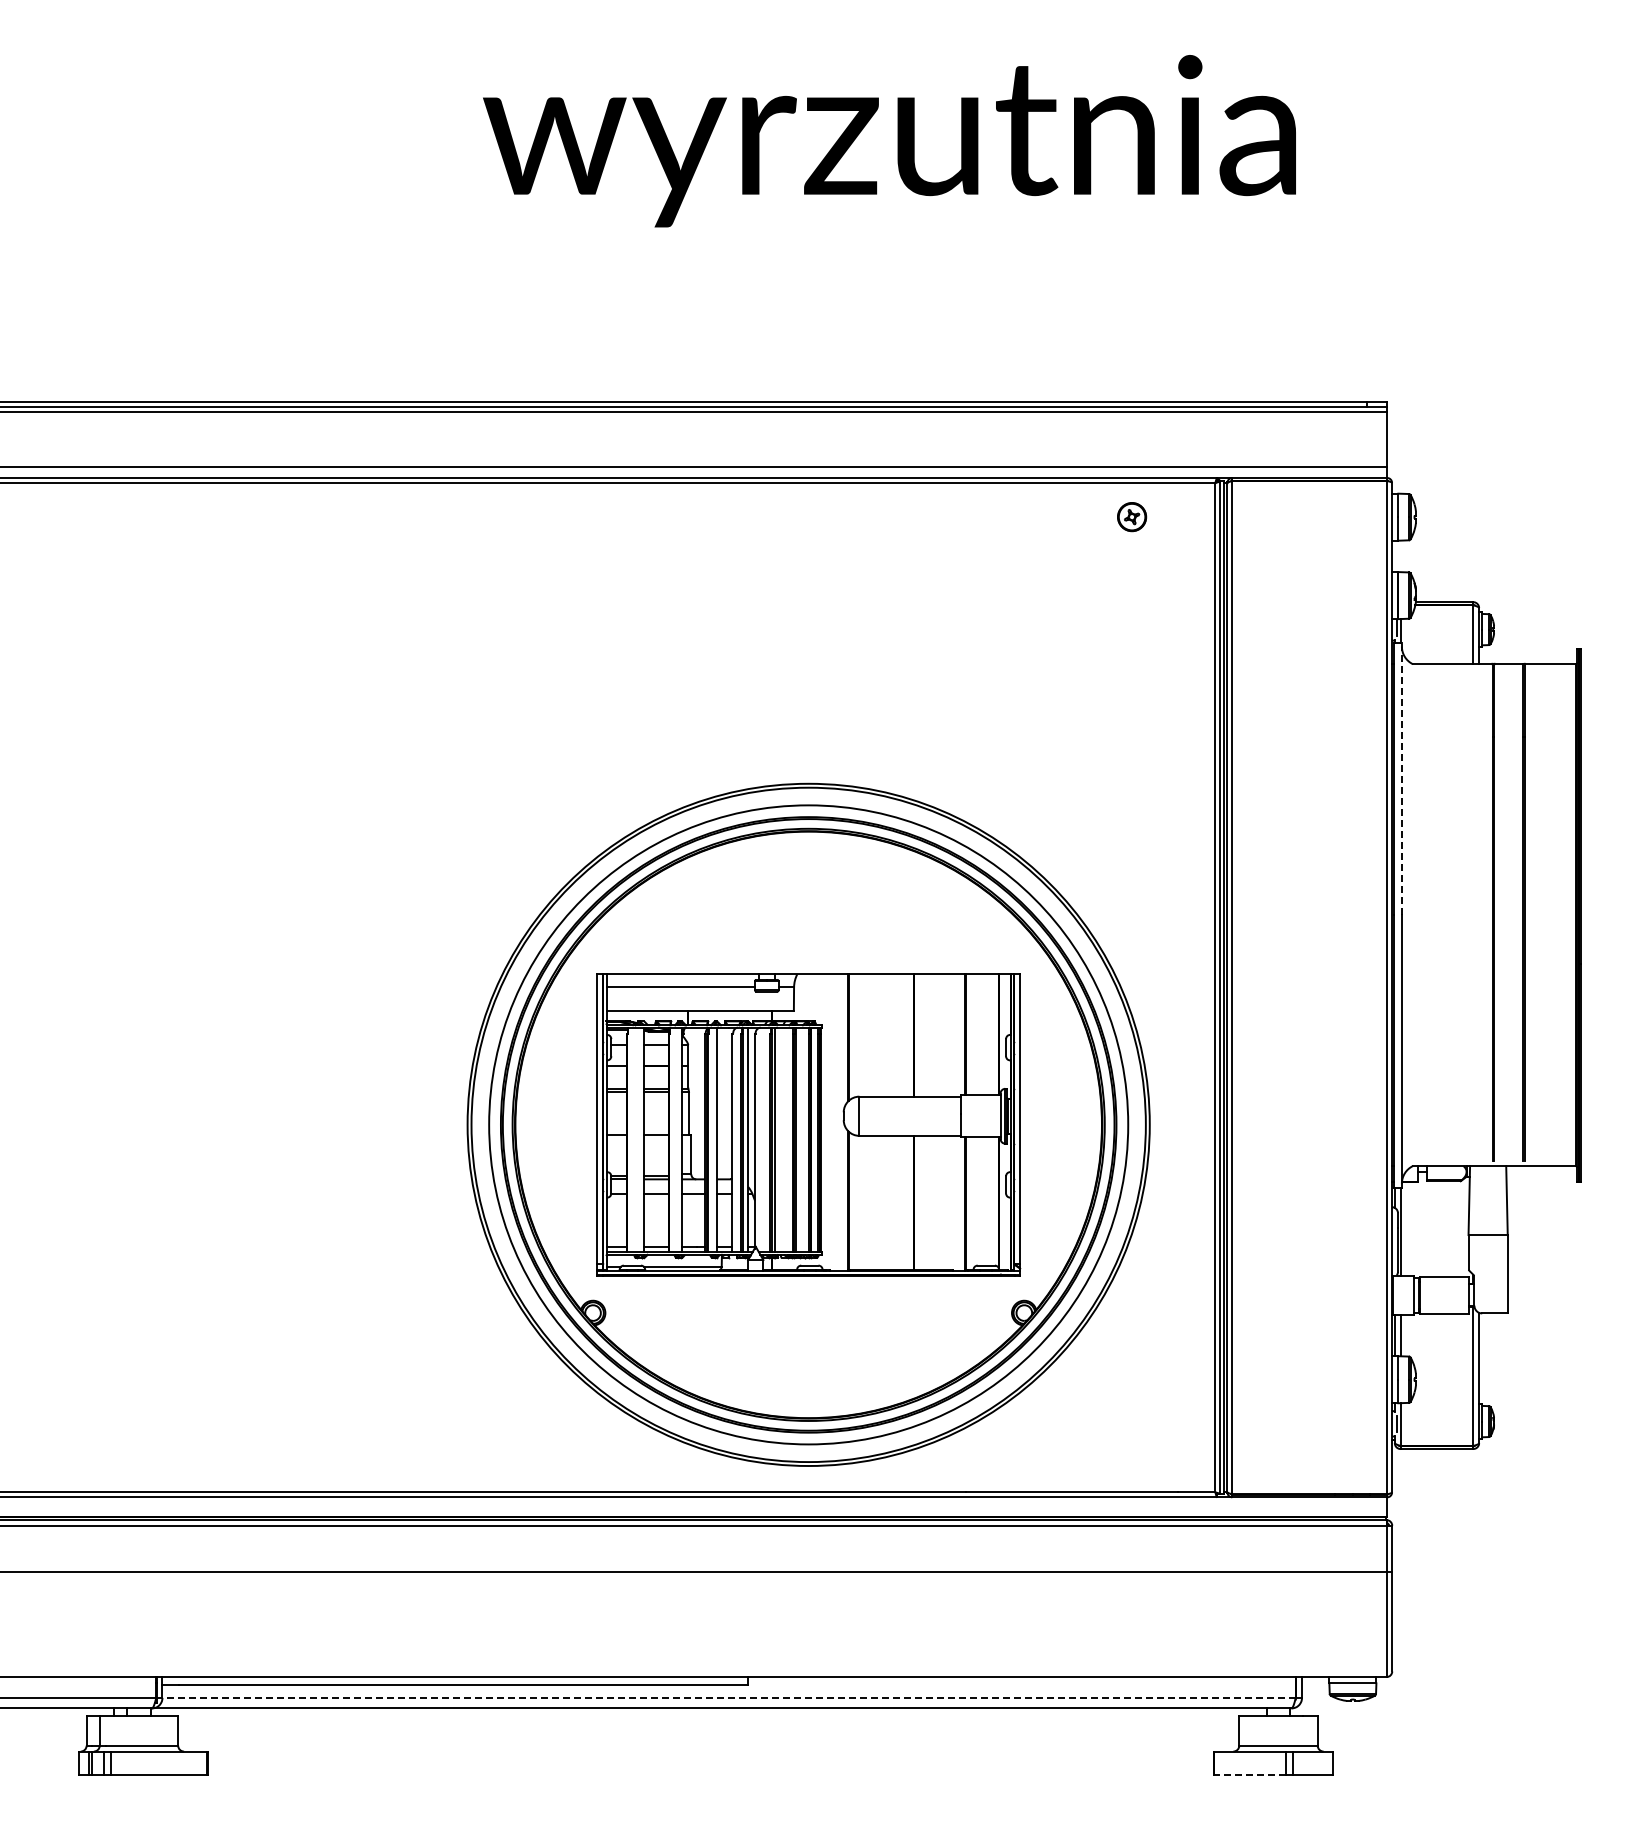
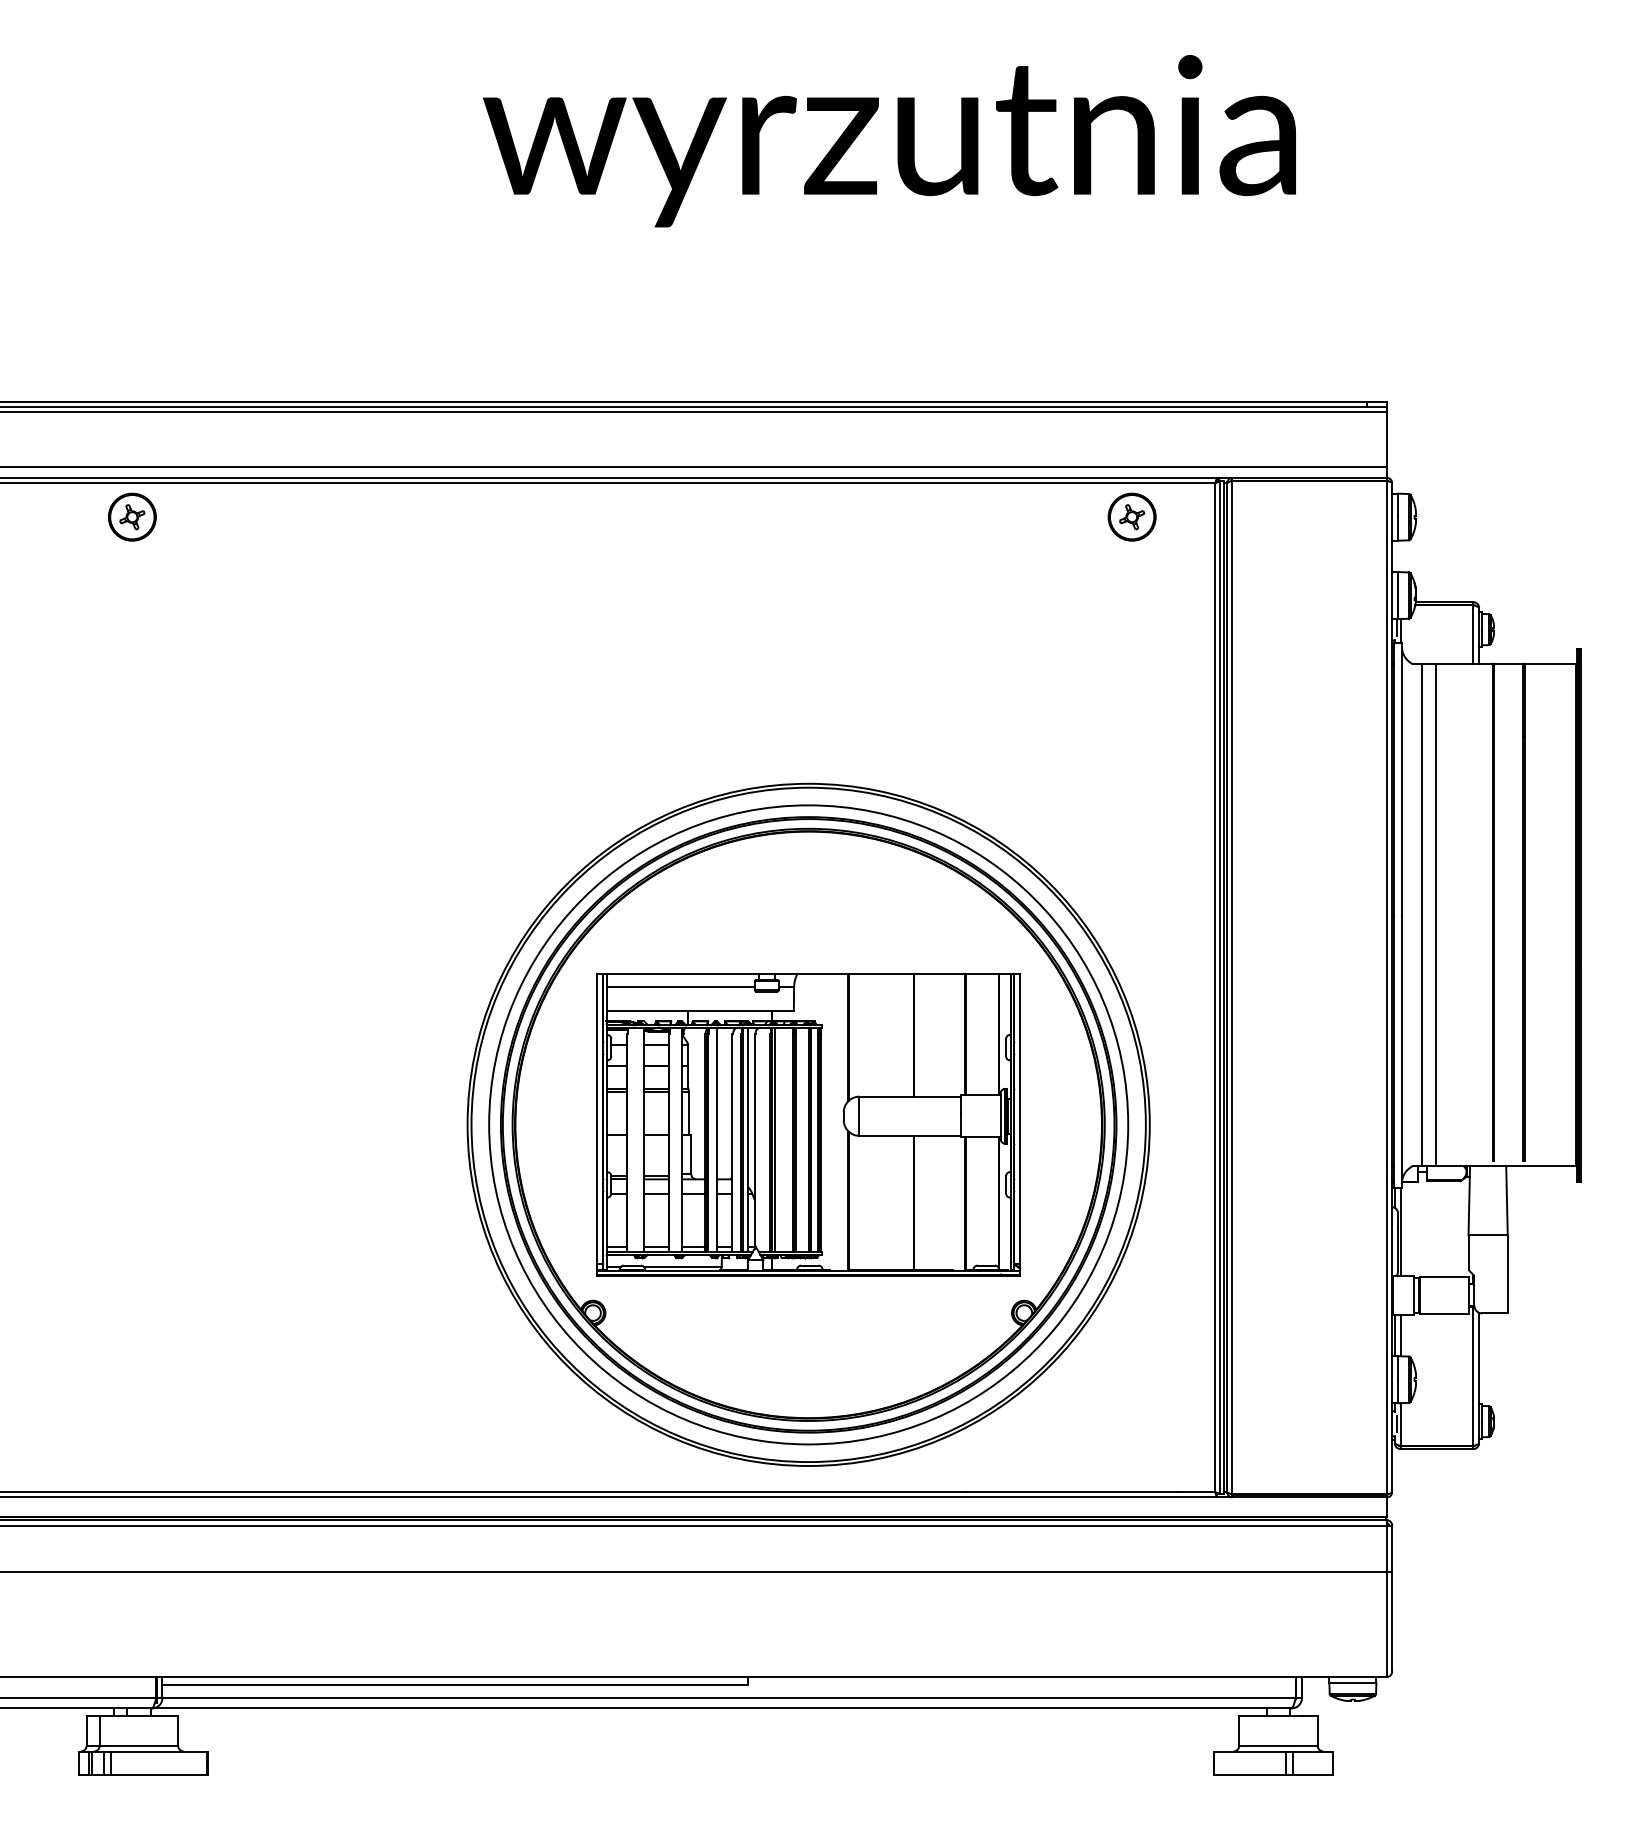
part at (132, 516): none -> present
part at (1132, 517) size: 31x31 px -> 50x50 px
line at (1401, 778): dashed -> solid
line at (1421, 915): none -> present
line at (1436, 915): none -> present
line at (729, 1697): dashed -> solid
line at (1249, 1775): dashed -> solid
